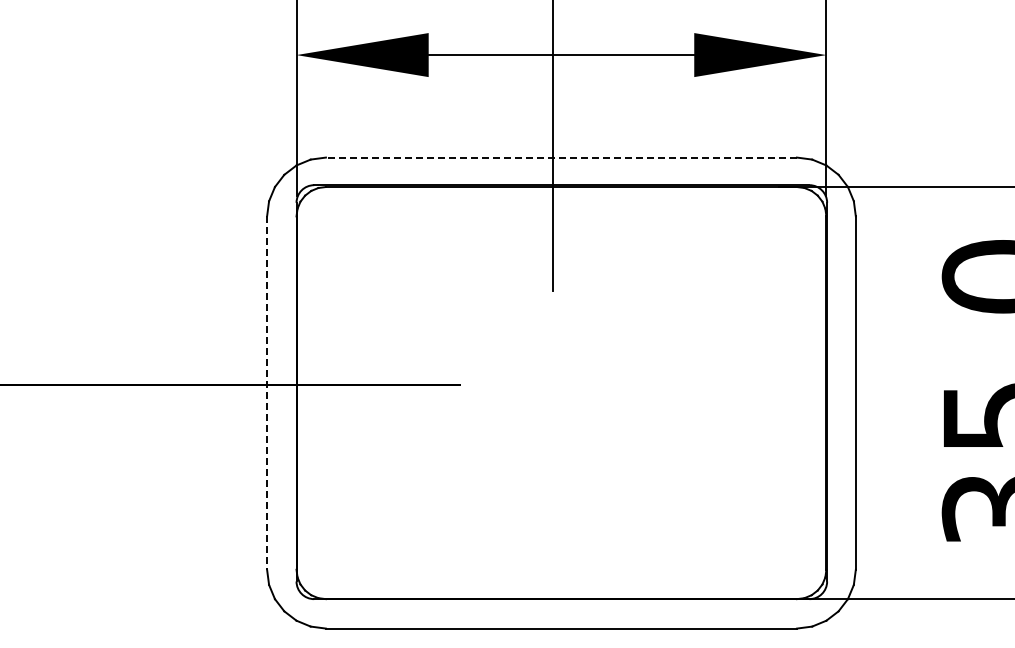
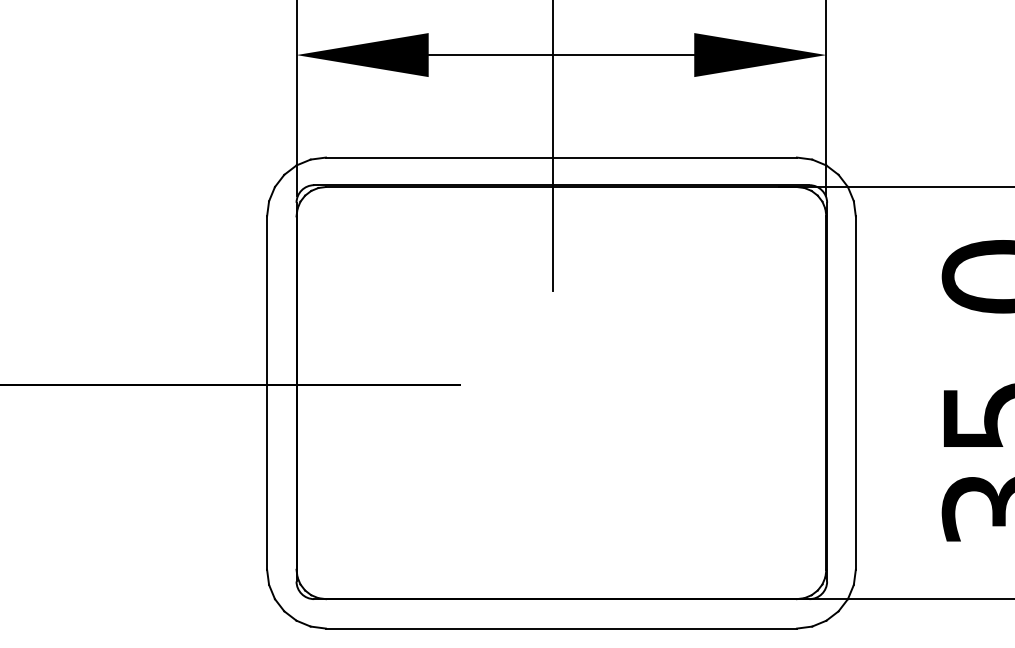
line at (561, 157): dashed -> solid
line at (267, 393): dashed -> solid
